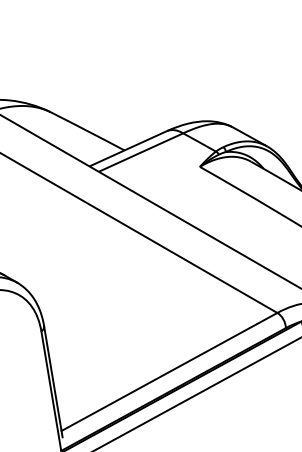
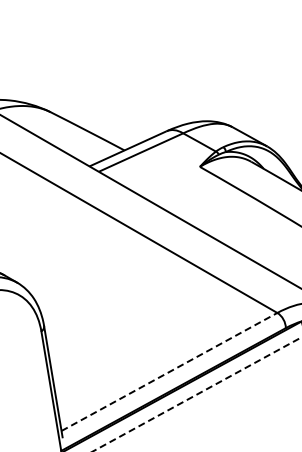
line at (169, 371): solid -> dashed
line at (196, 394): solid -> dashed
